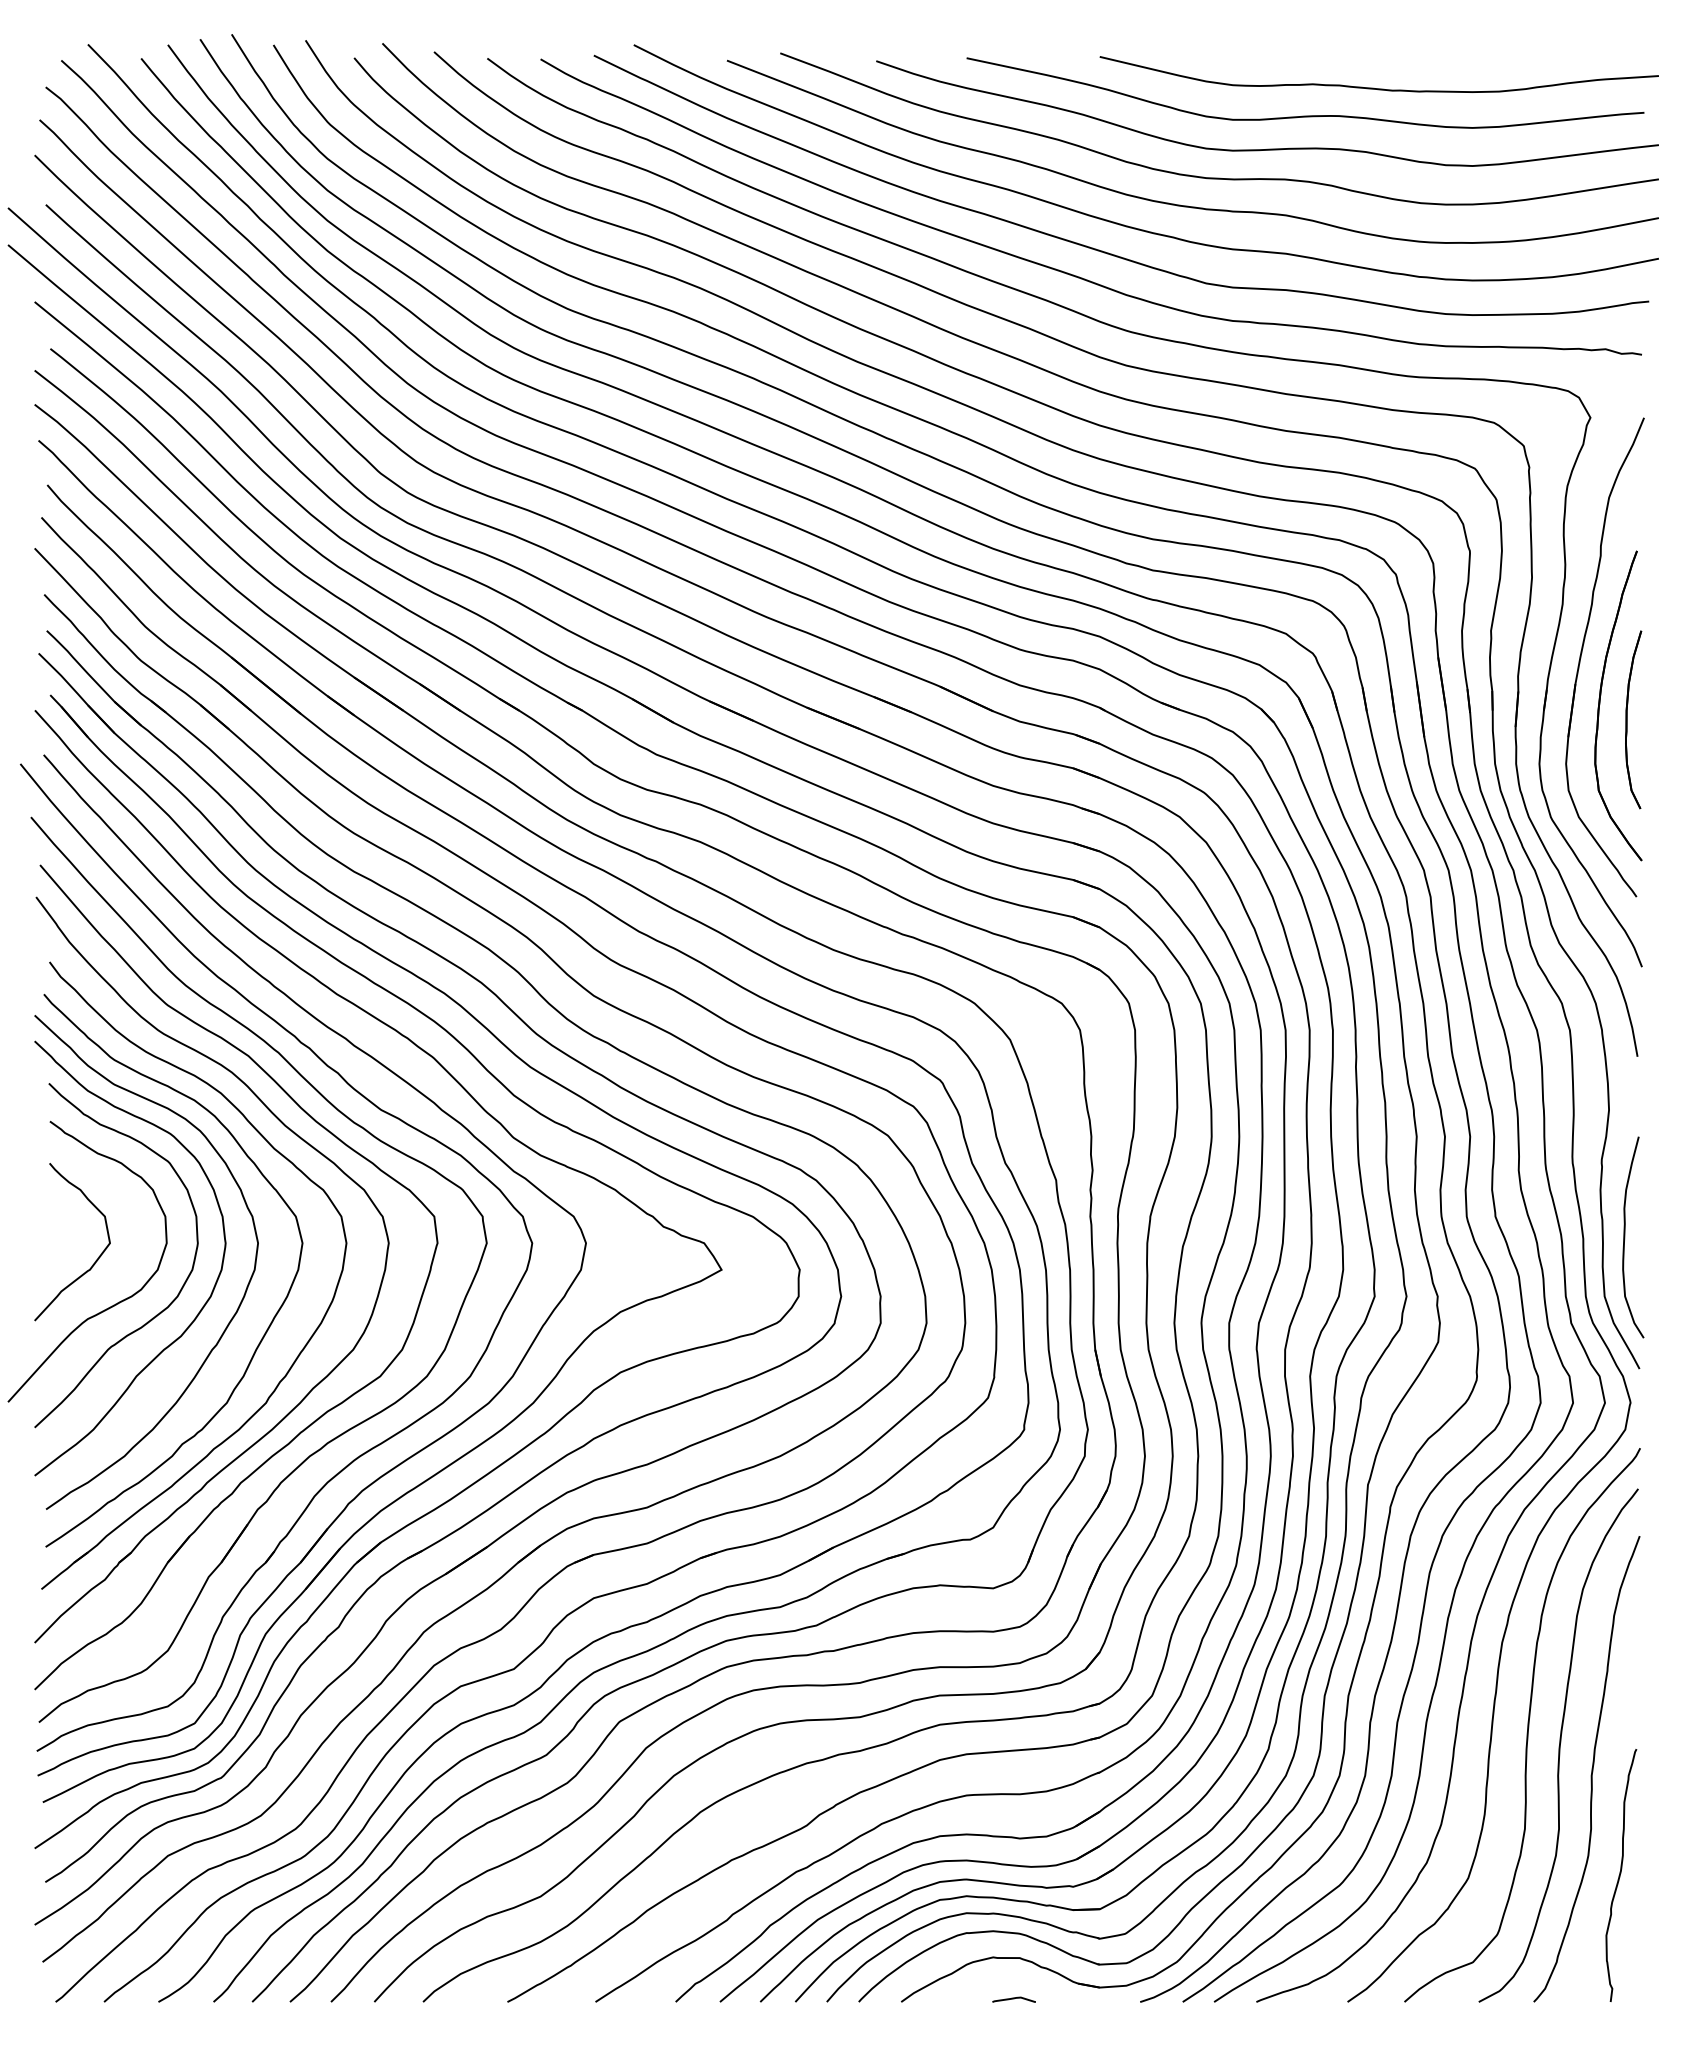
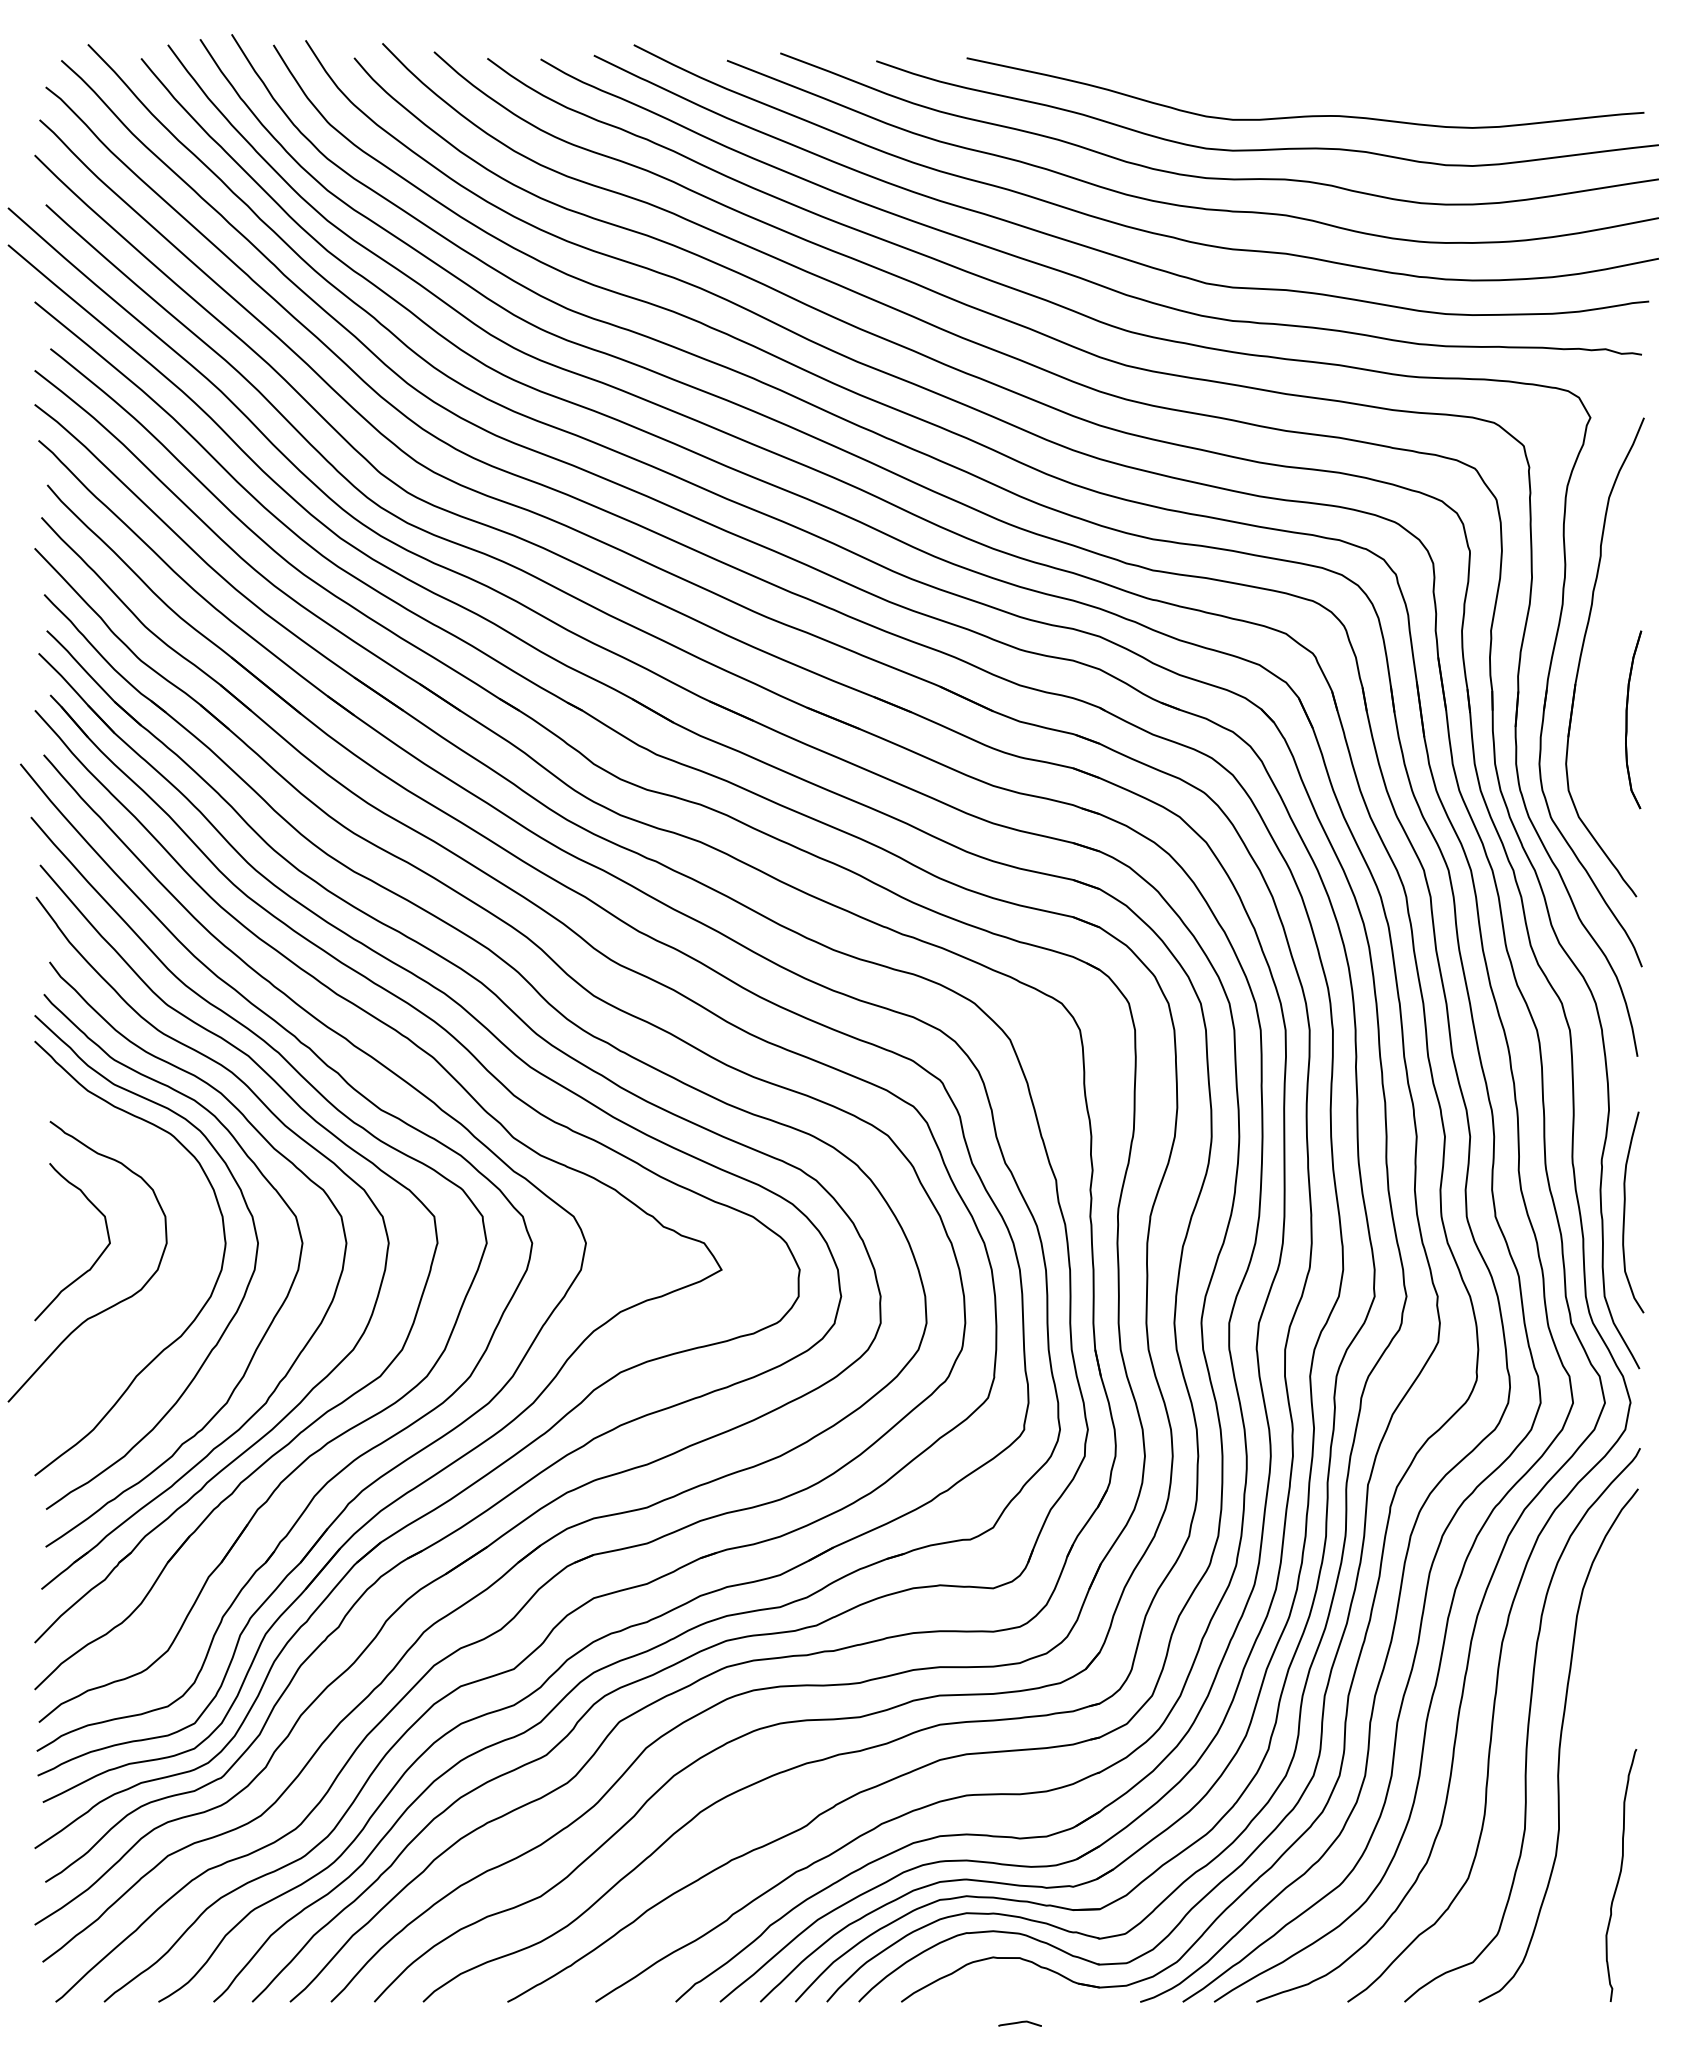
curve at (1373, 87): present -> none
part at (1600, 704): present -> none
curve at (1625, 1237) position: (1625, 1237) -> (1625, 1212)
curve at (160, 1311): present -> none
curve at (1591, 1769): present -> none
curve at (1013, 1999) position: (1013, 1999) -> (1019, 2023)
